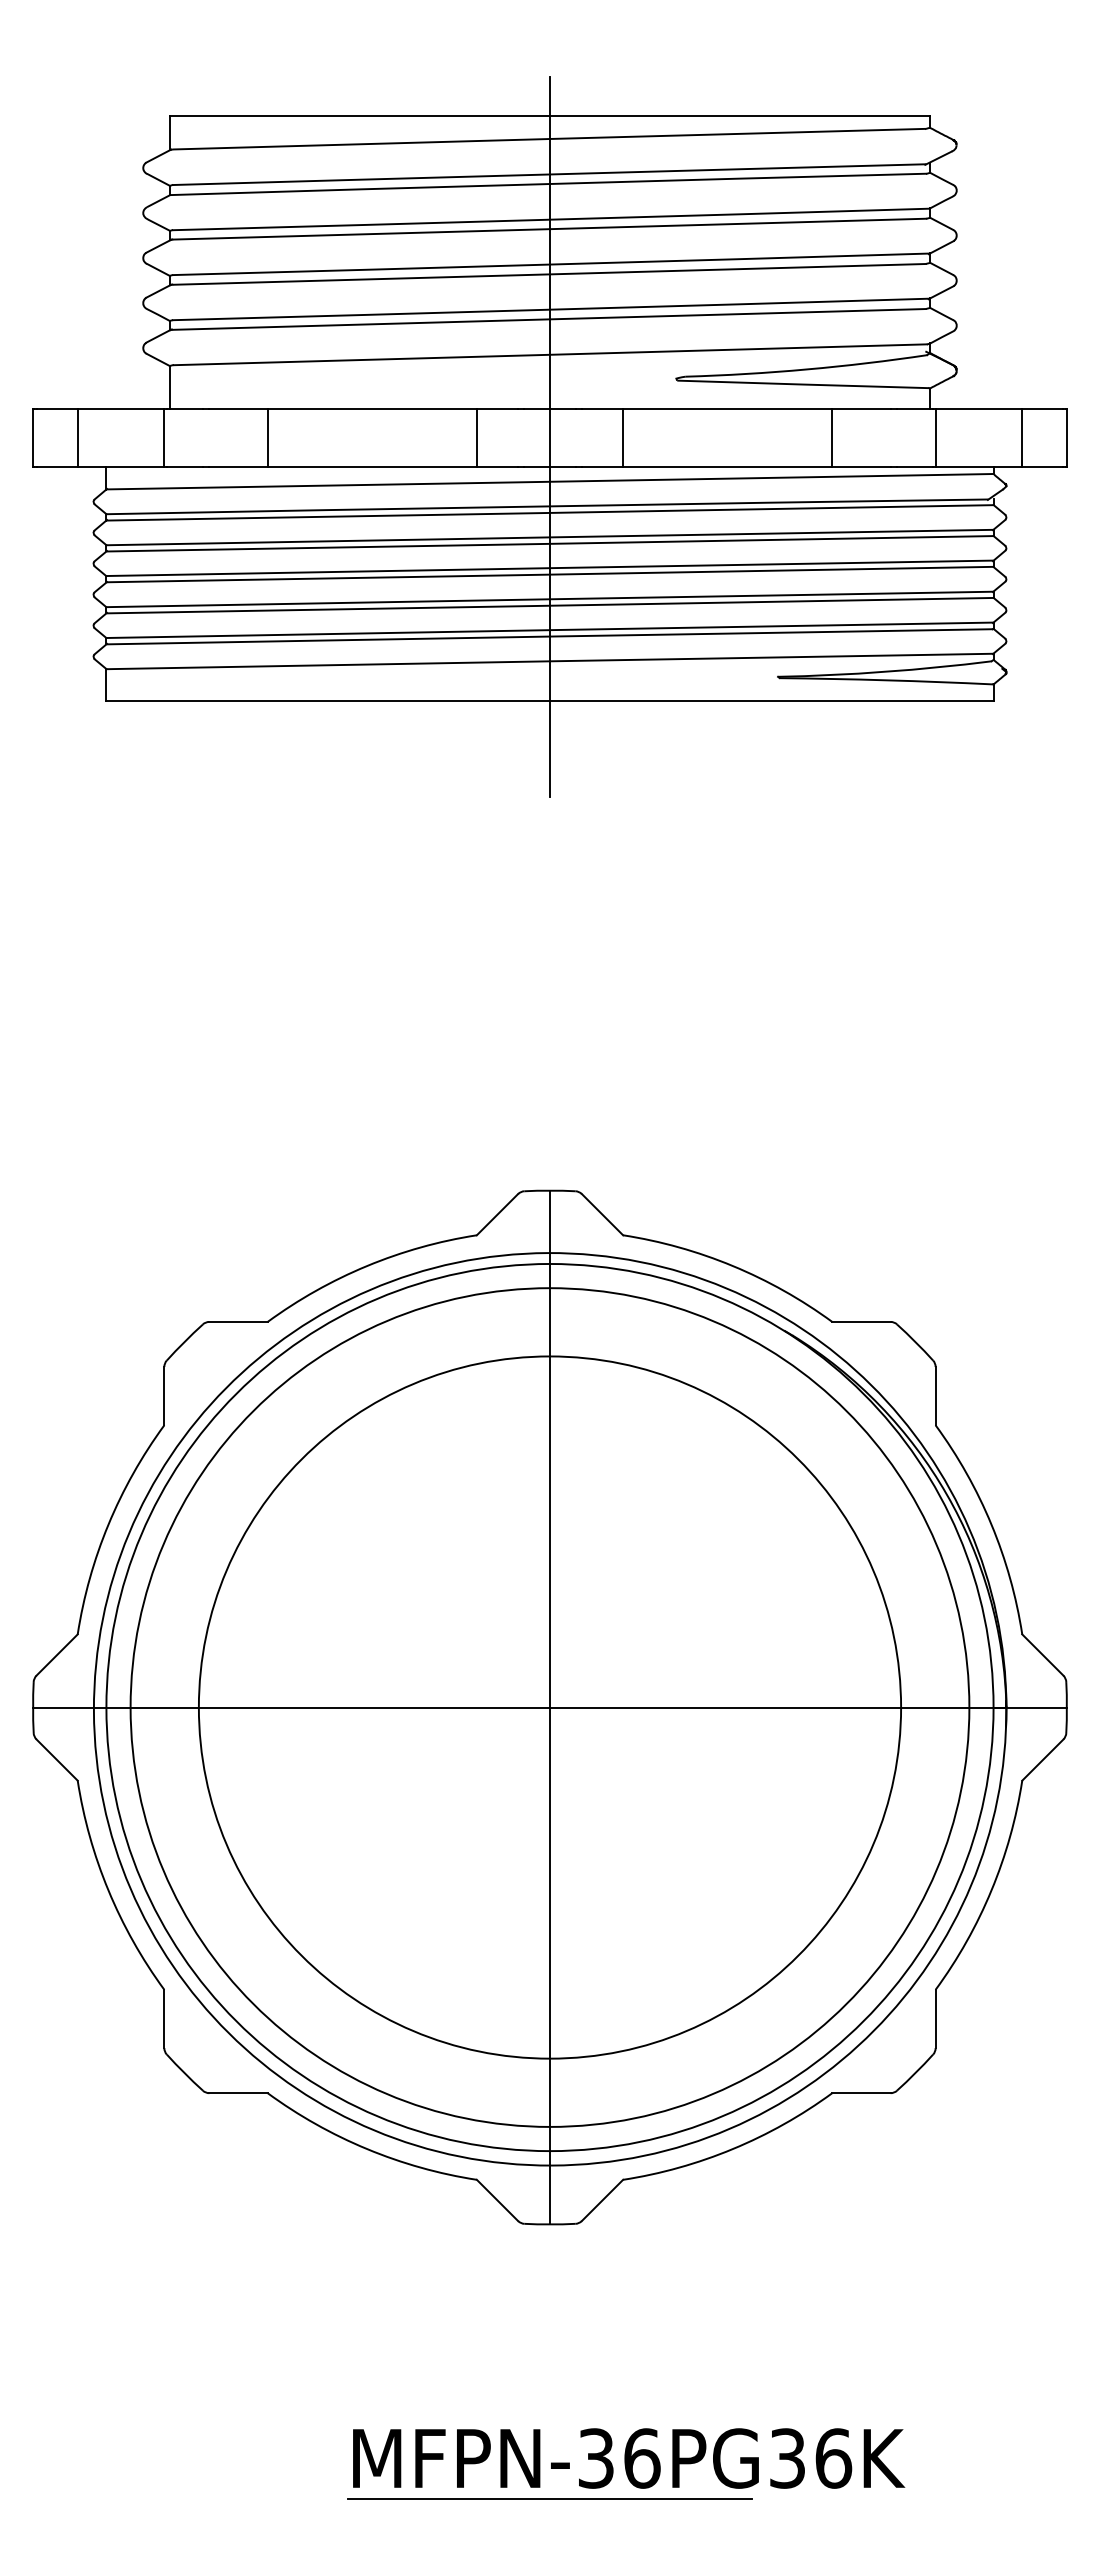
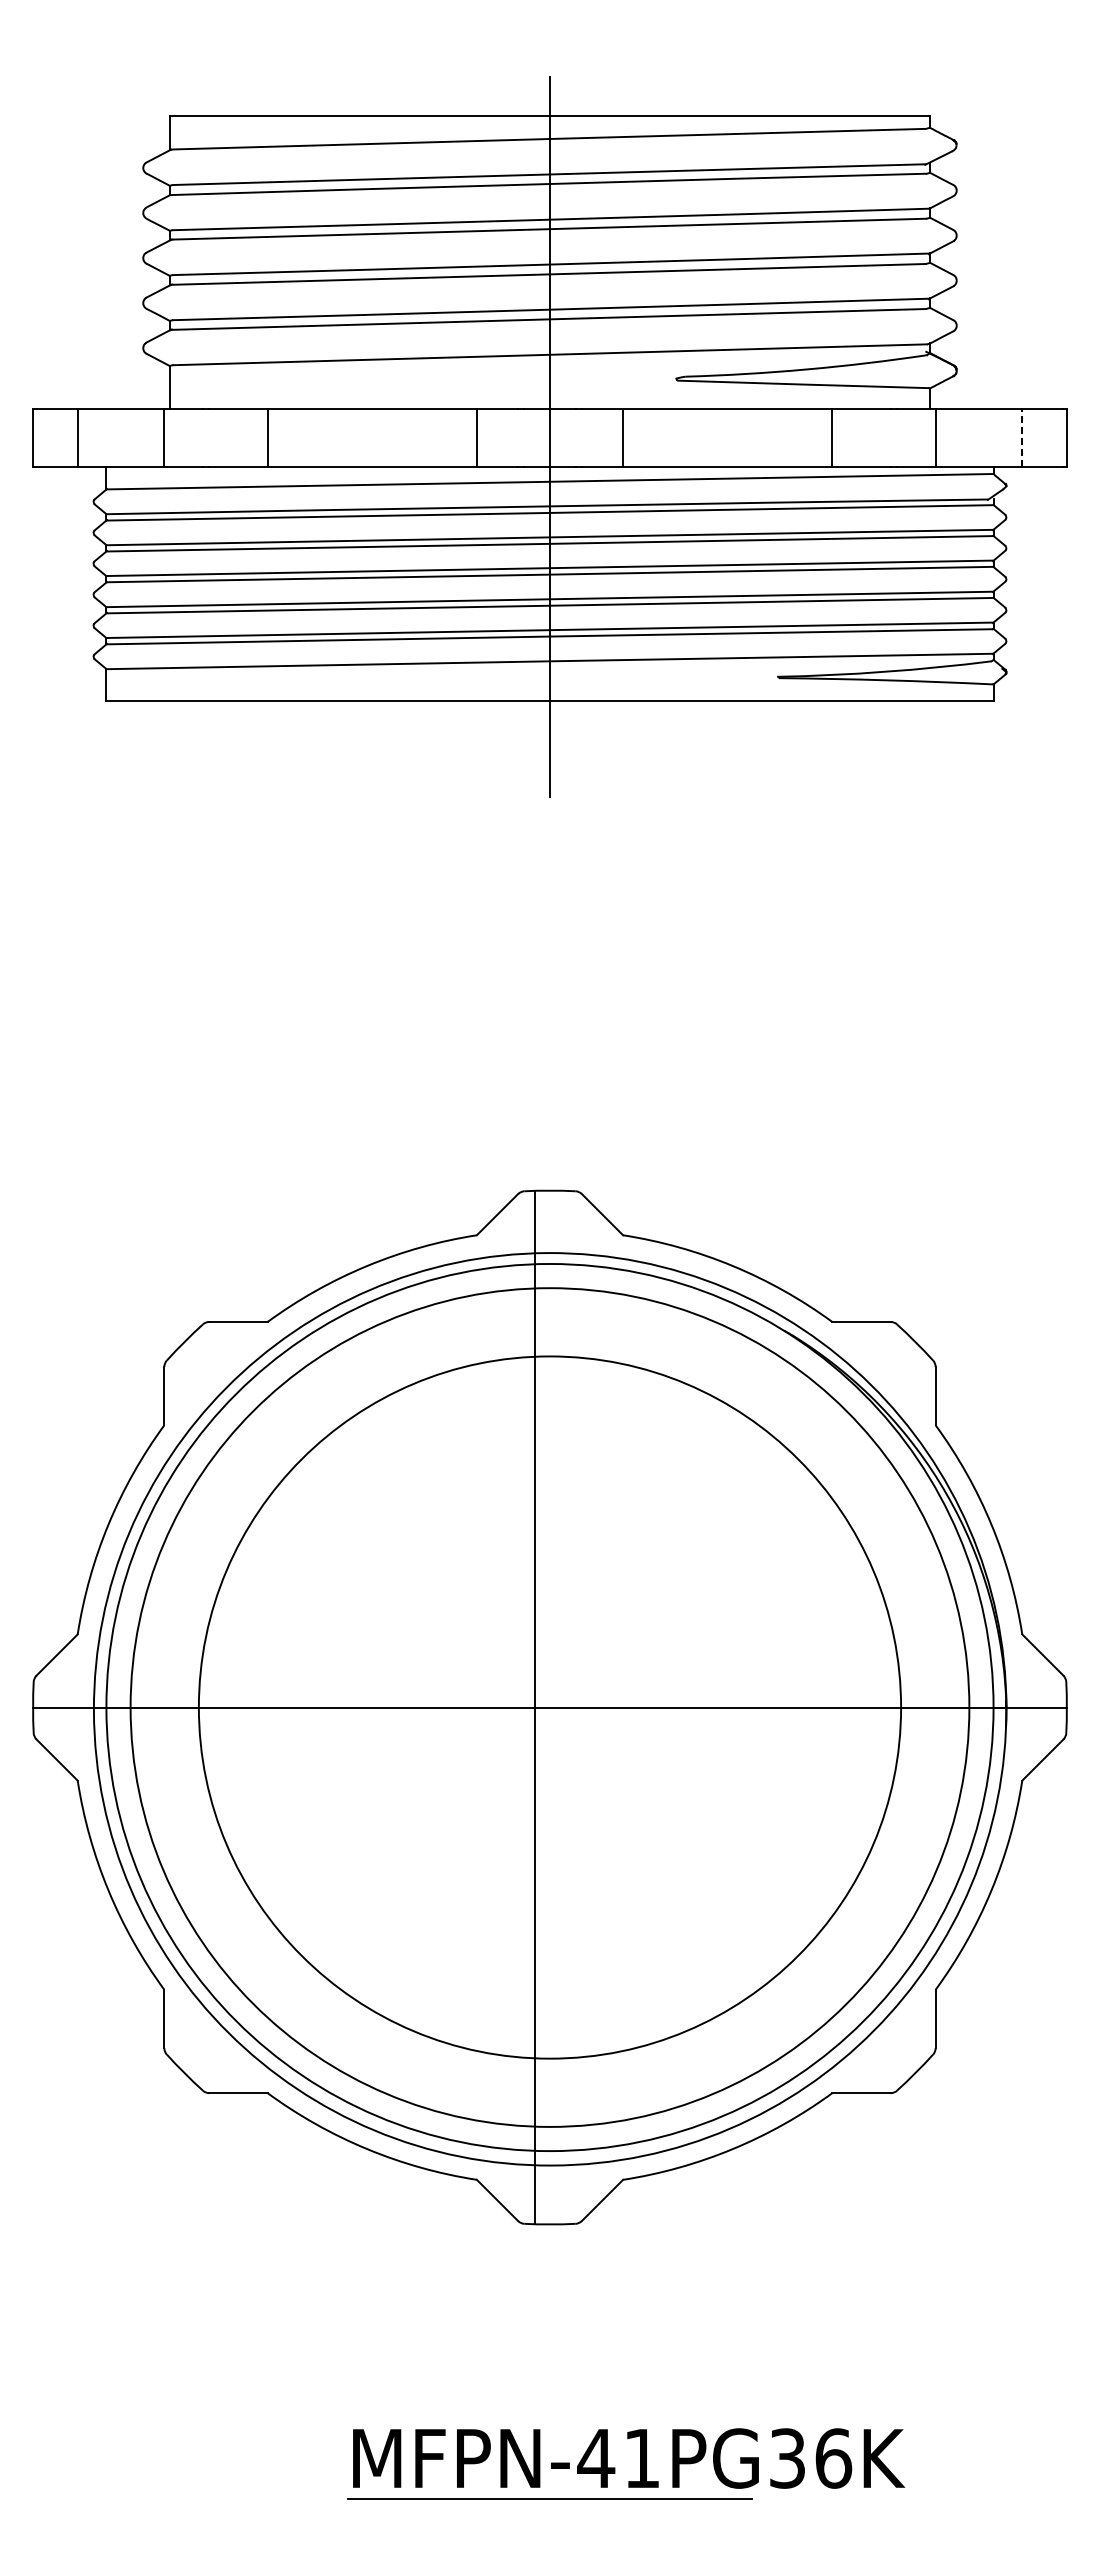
line at (1022, 437): solid -> dashed
line at (549, 1707) position: (549, 1707) -> (534, 1707)
text at (618, 2458): MFPN-36PG36K -> MFPN-41PG36K
